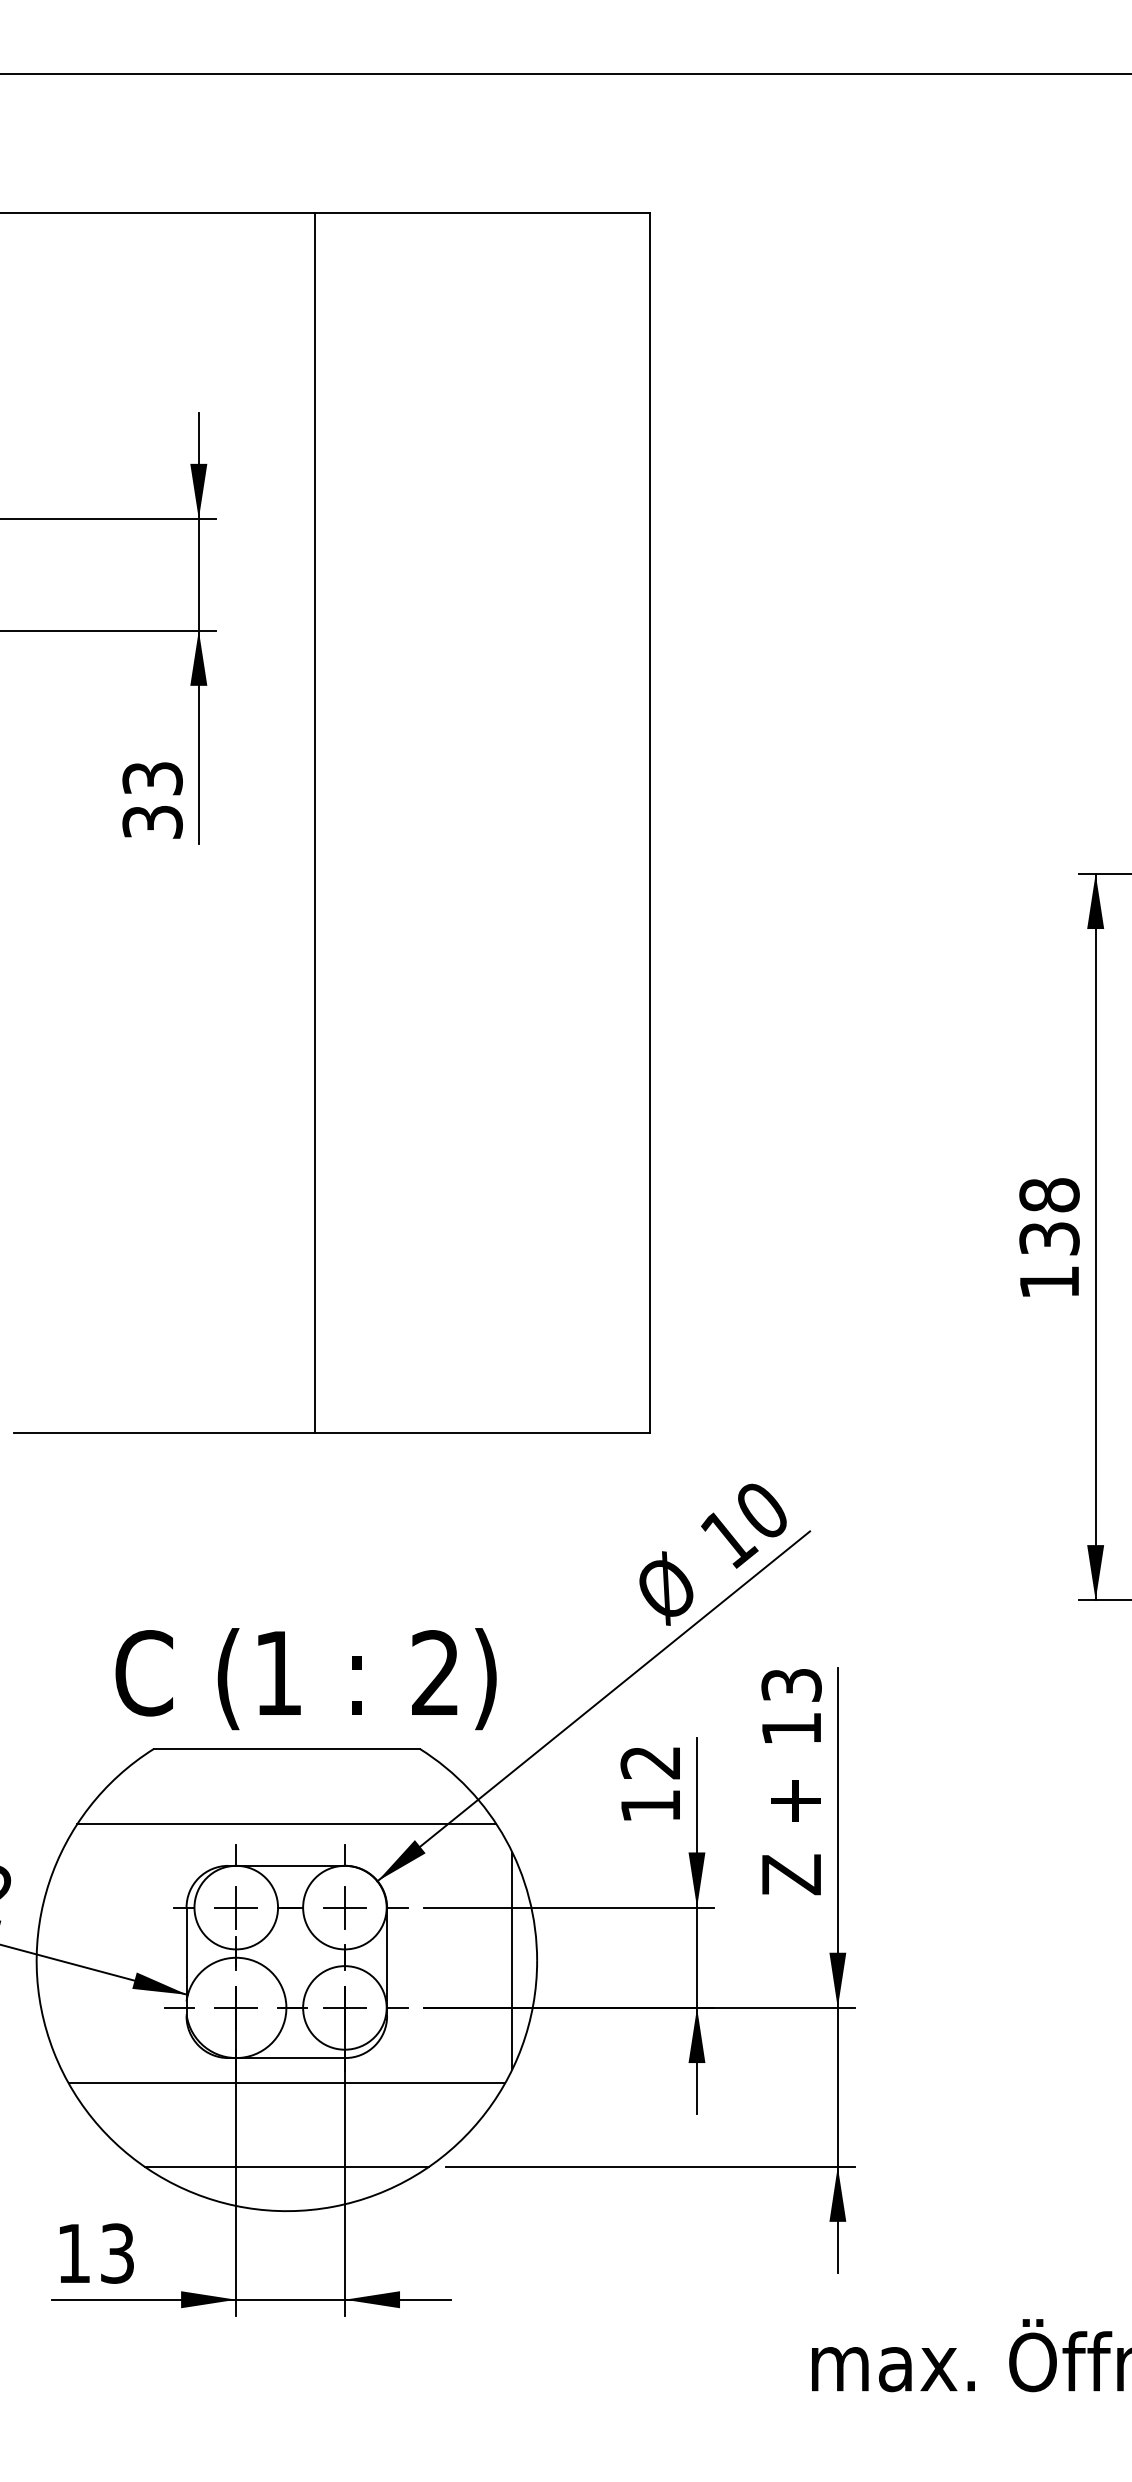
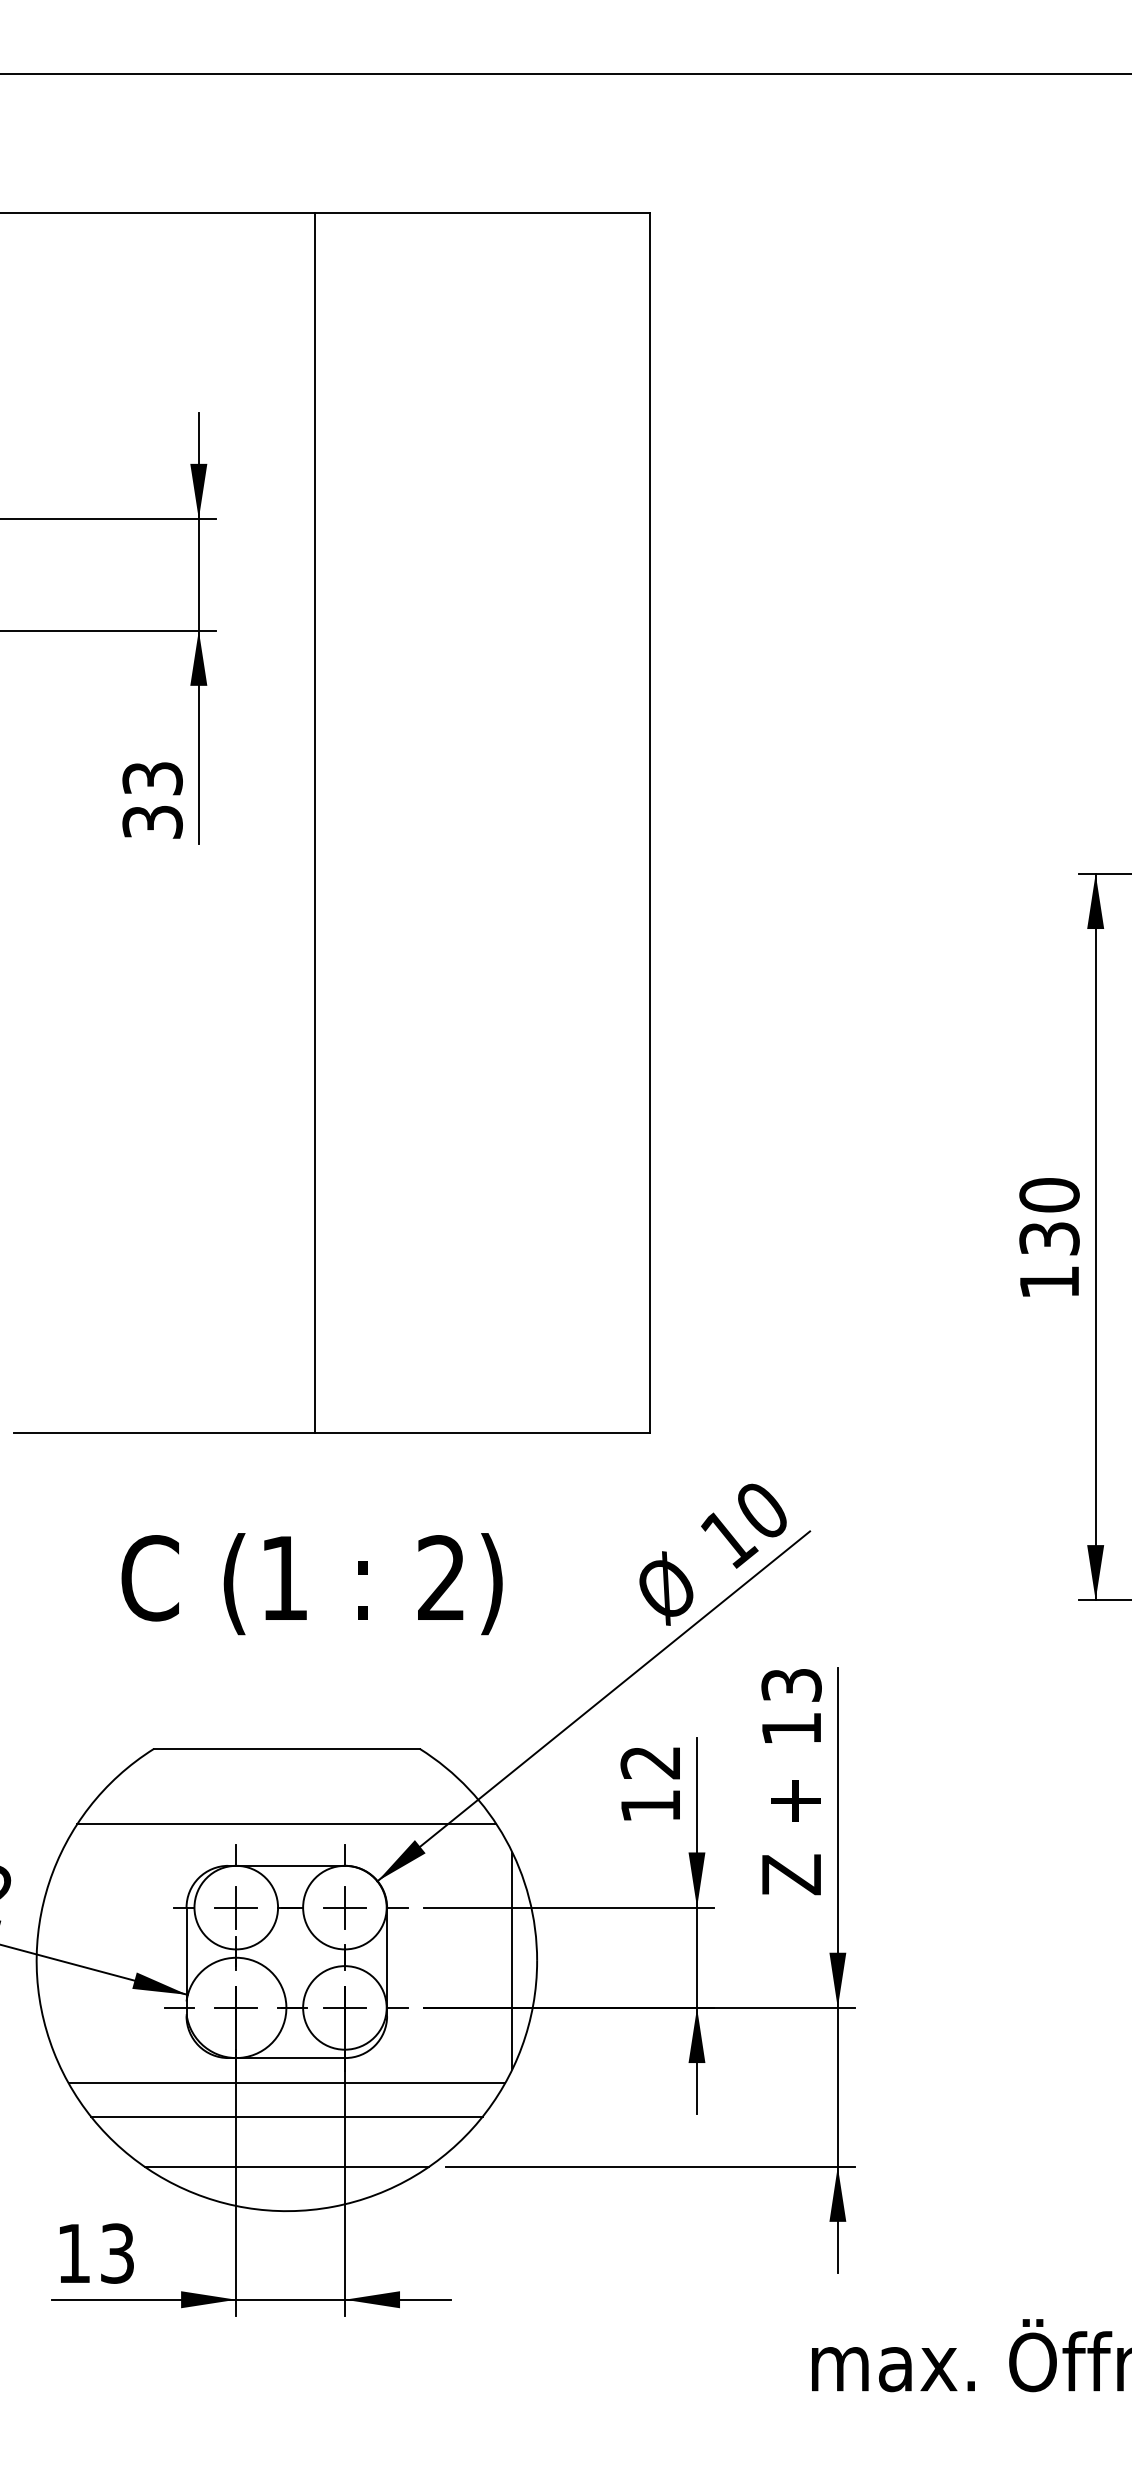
text at (1049, 1195): 138 -> 130
text at (305, 1679) position: (305, 1679) -> (311, 1584)
line at (286, 2116): none -> present
